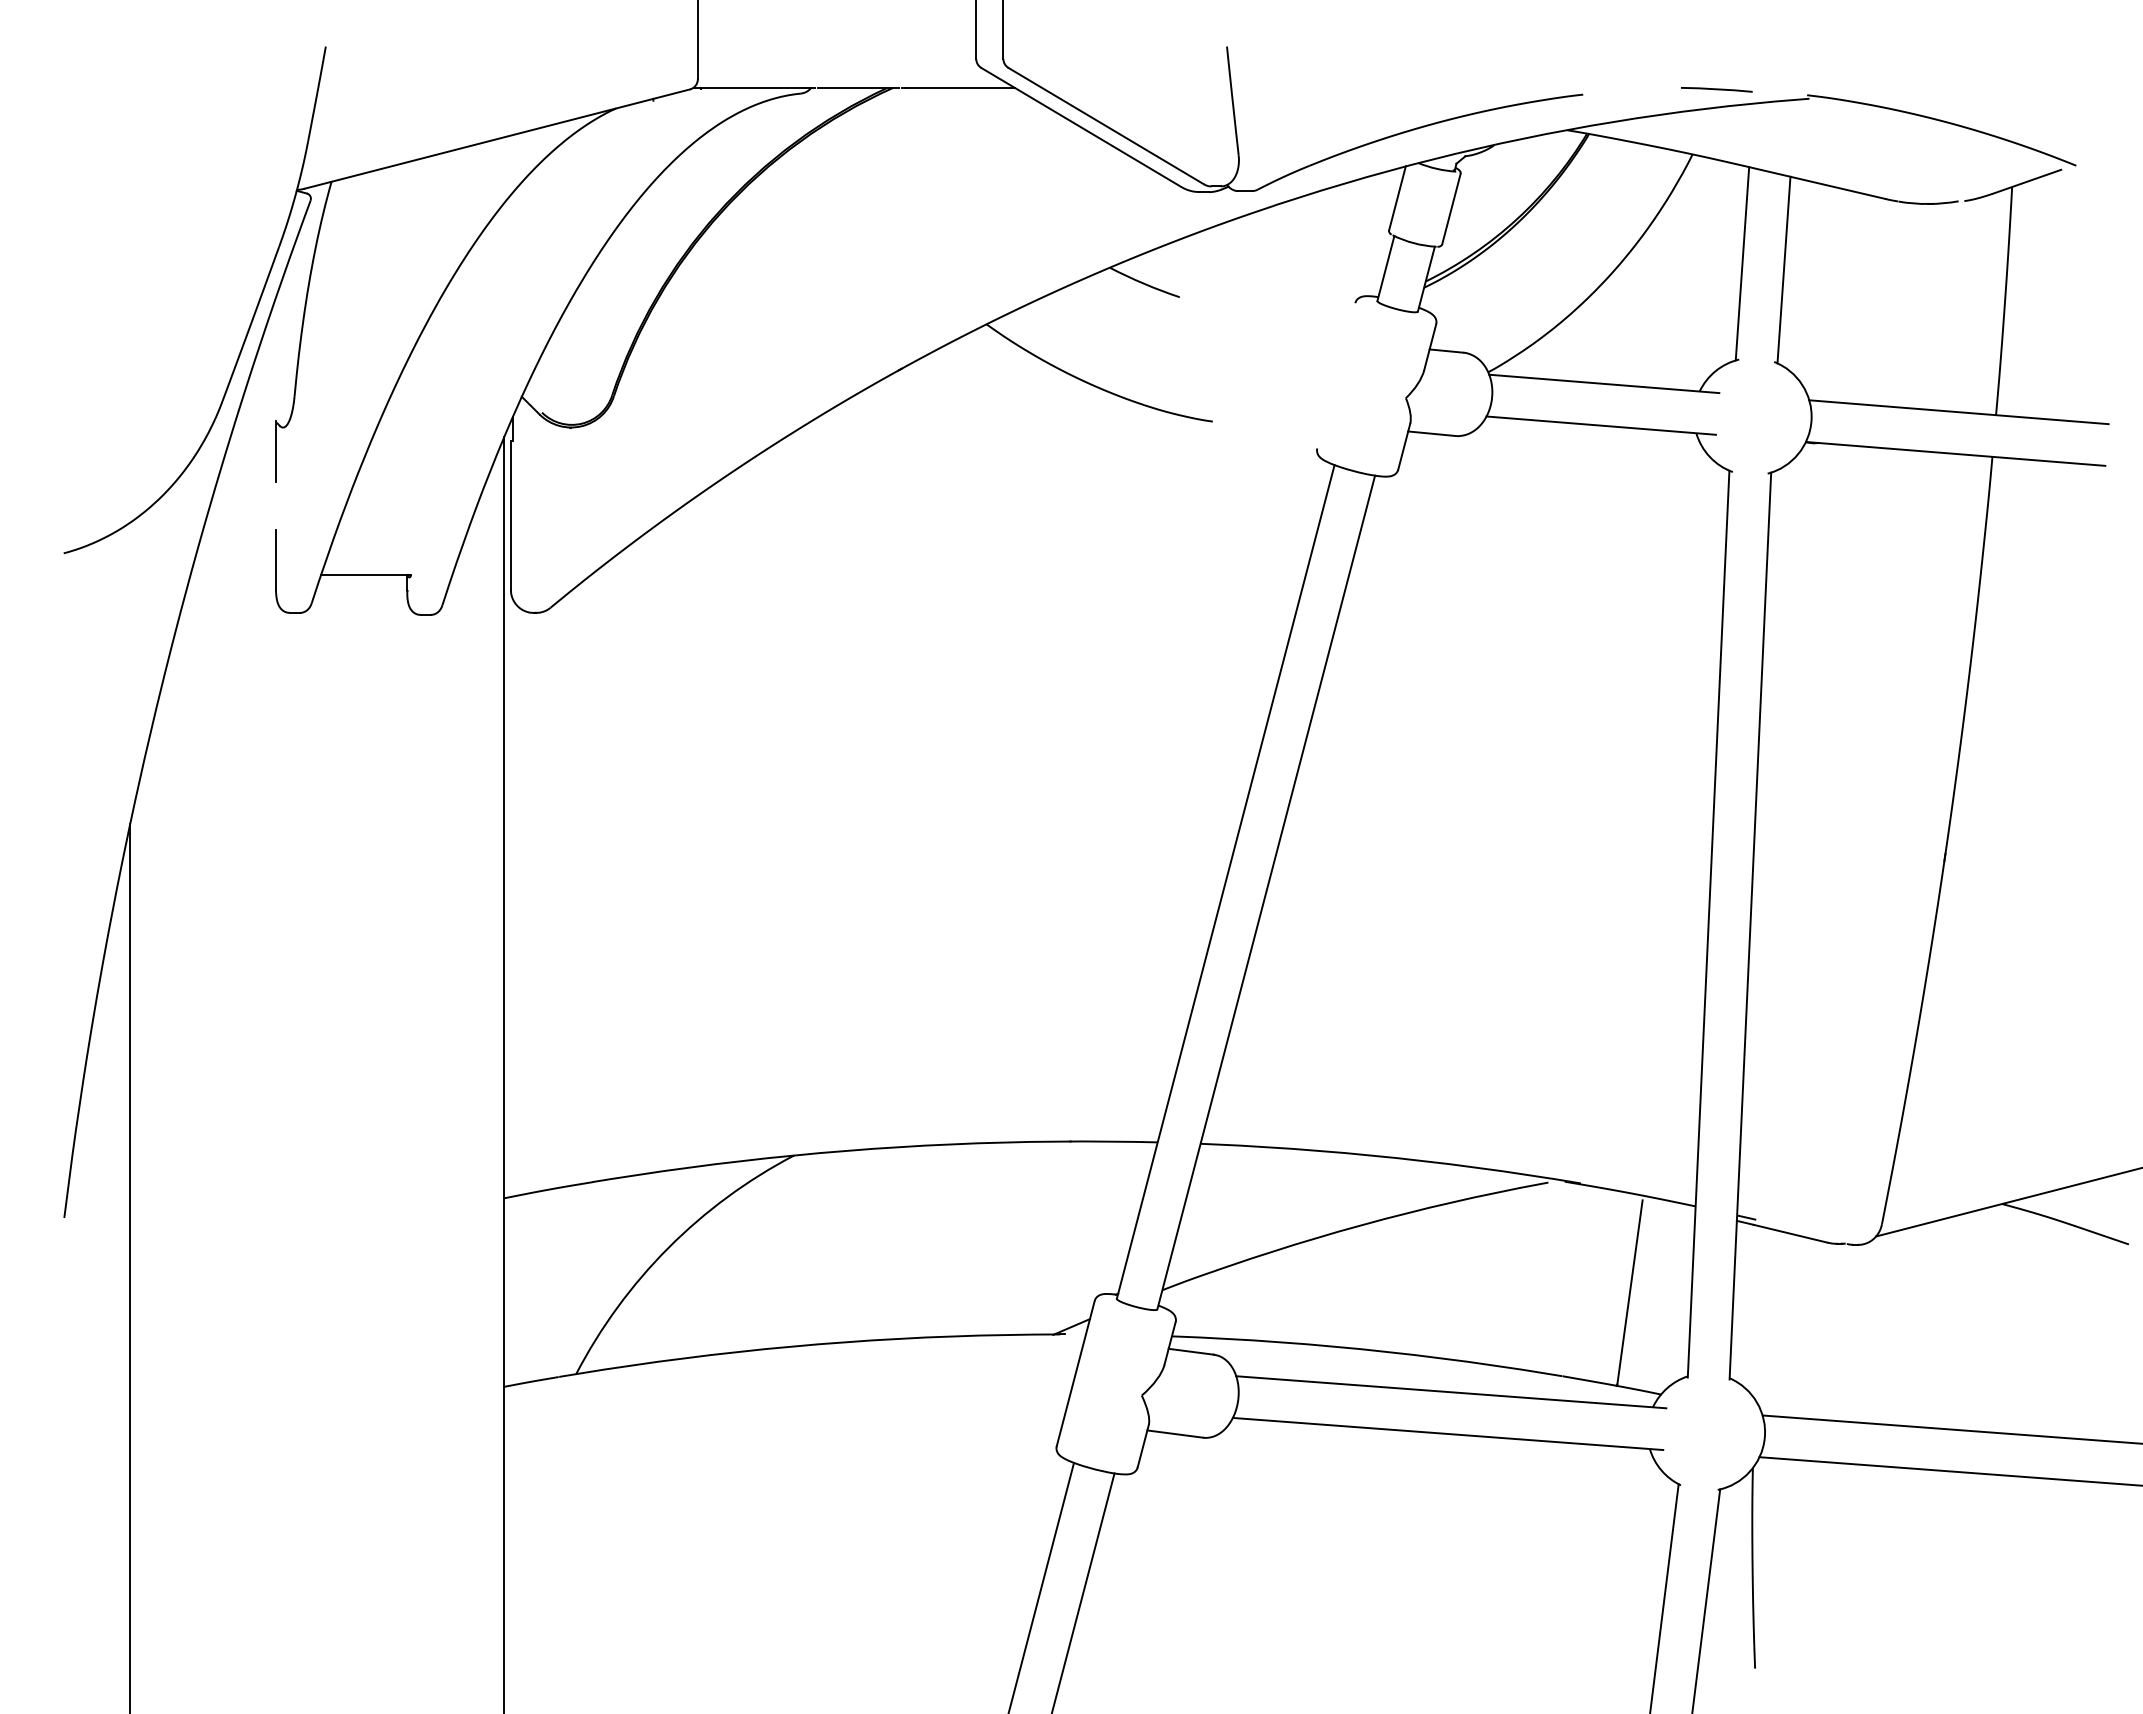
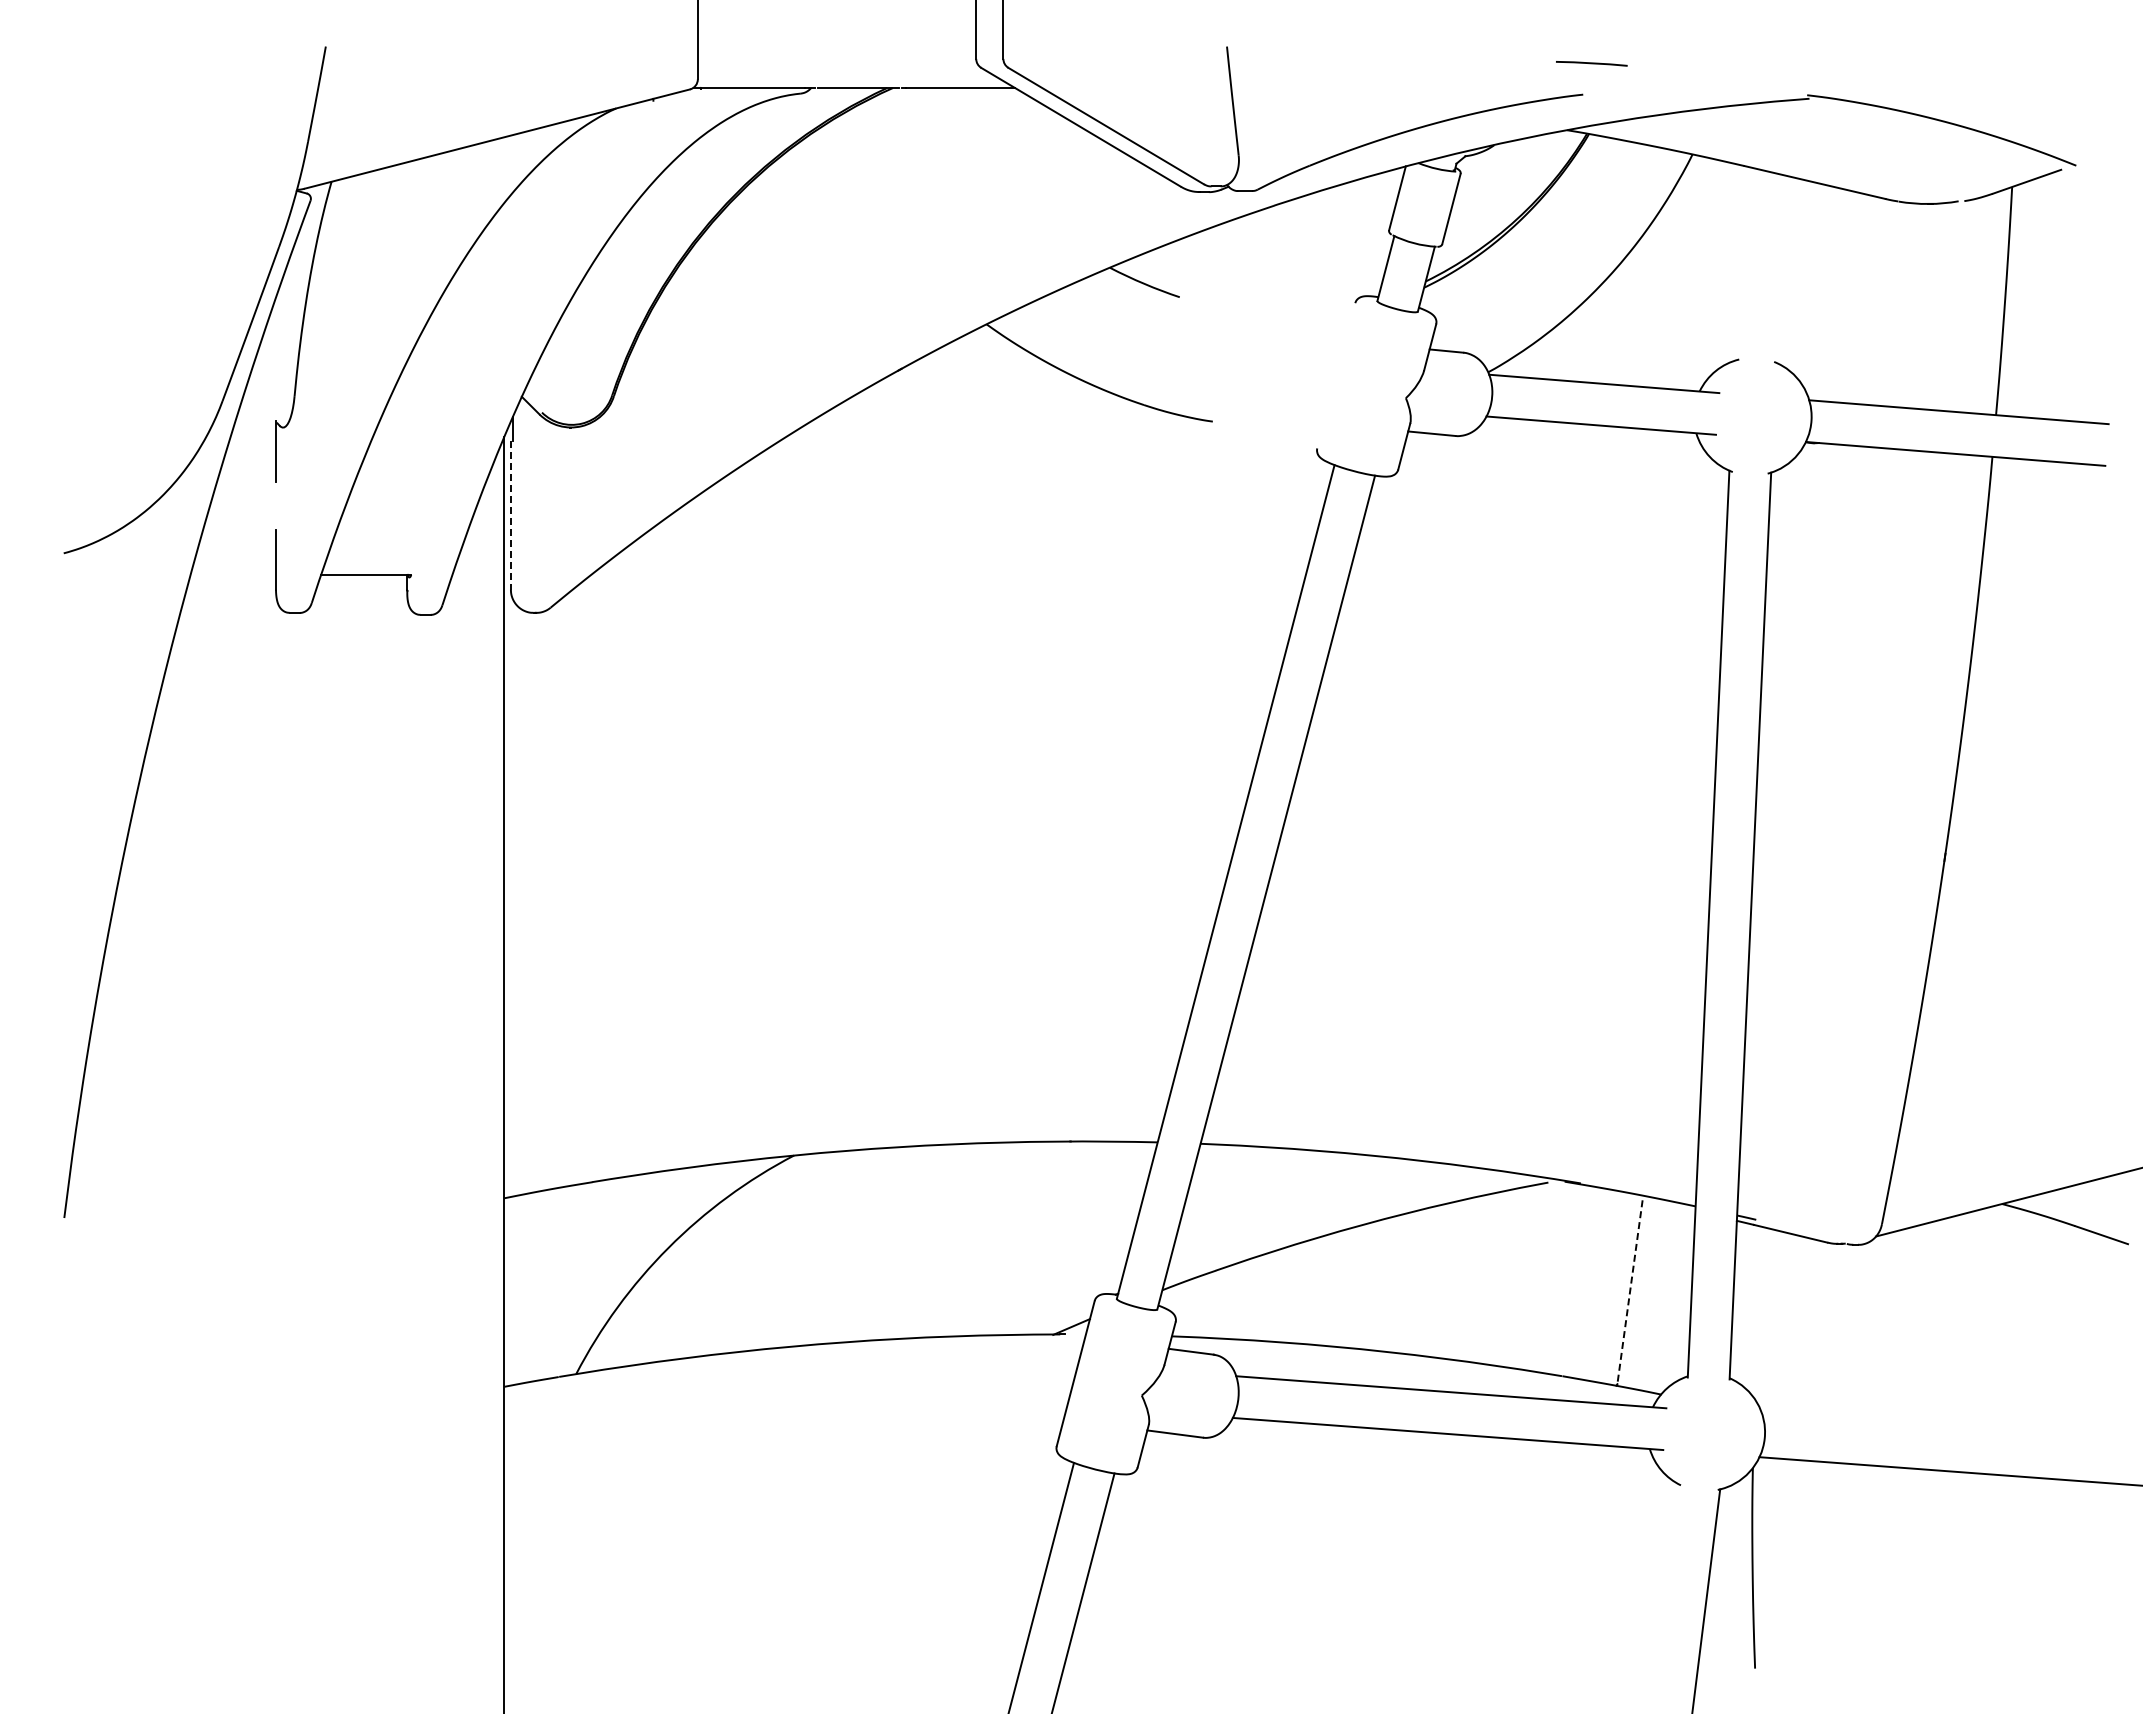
line at (1716, 89) position: (1716, 89) -> (1591, 63)
line at (1742, 263): present -> none
line at (1783, 269): present -> none
line at (510, 515): solid -> dashed
line at (130, 1266): present -> none
line at (1629, 1293): solid -> dashed
line at (1950, 1429): present -> none
line at (1664, 1597): present -> none
